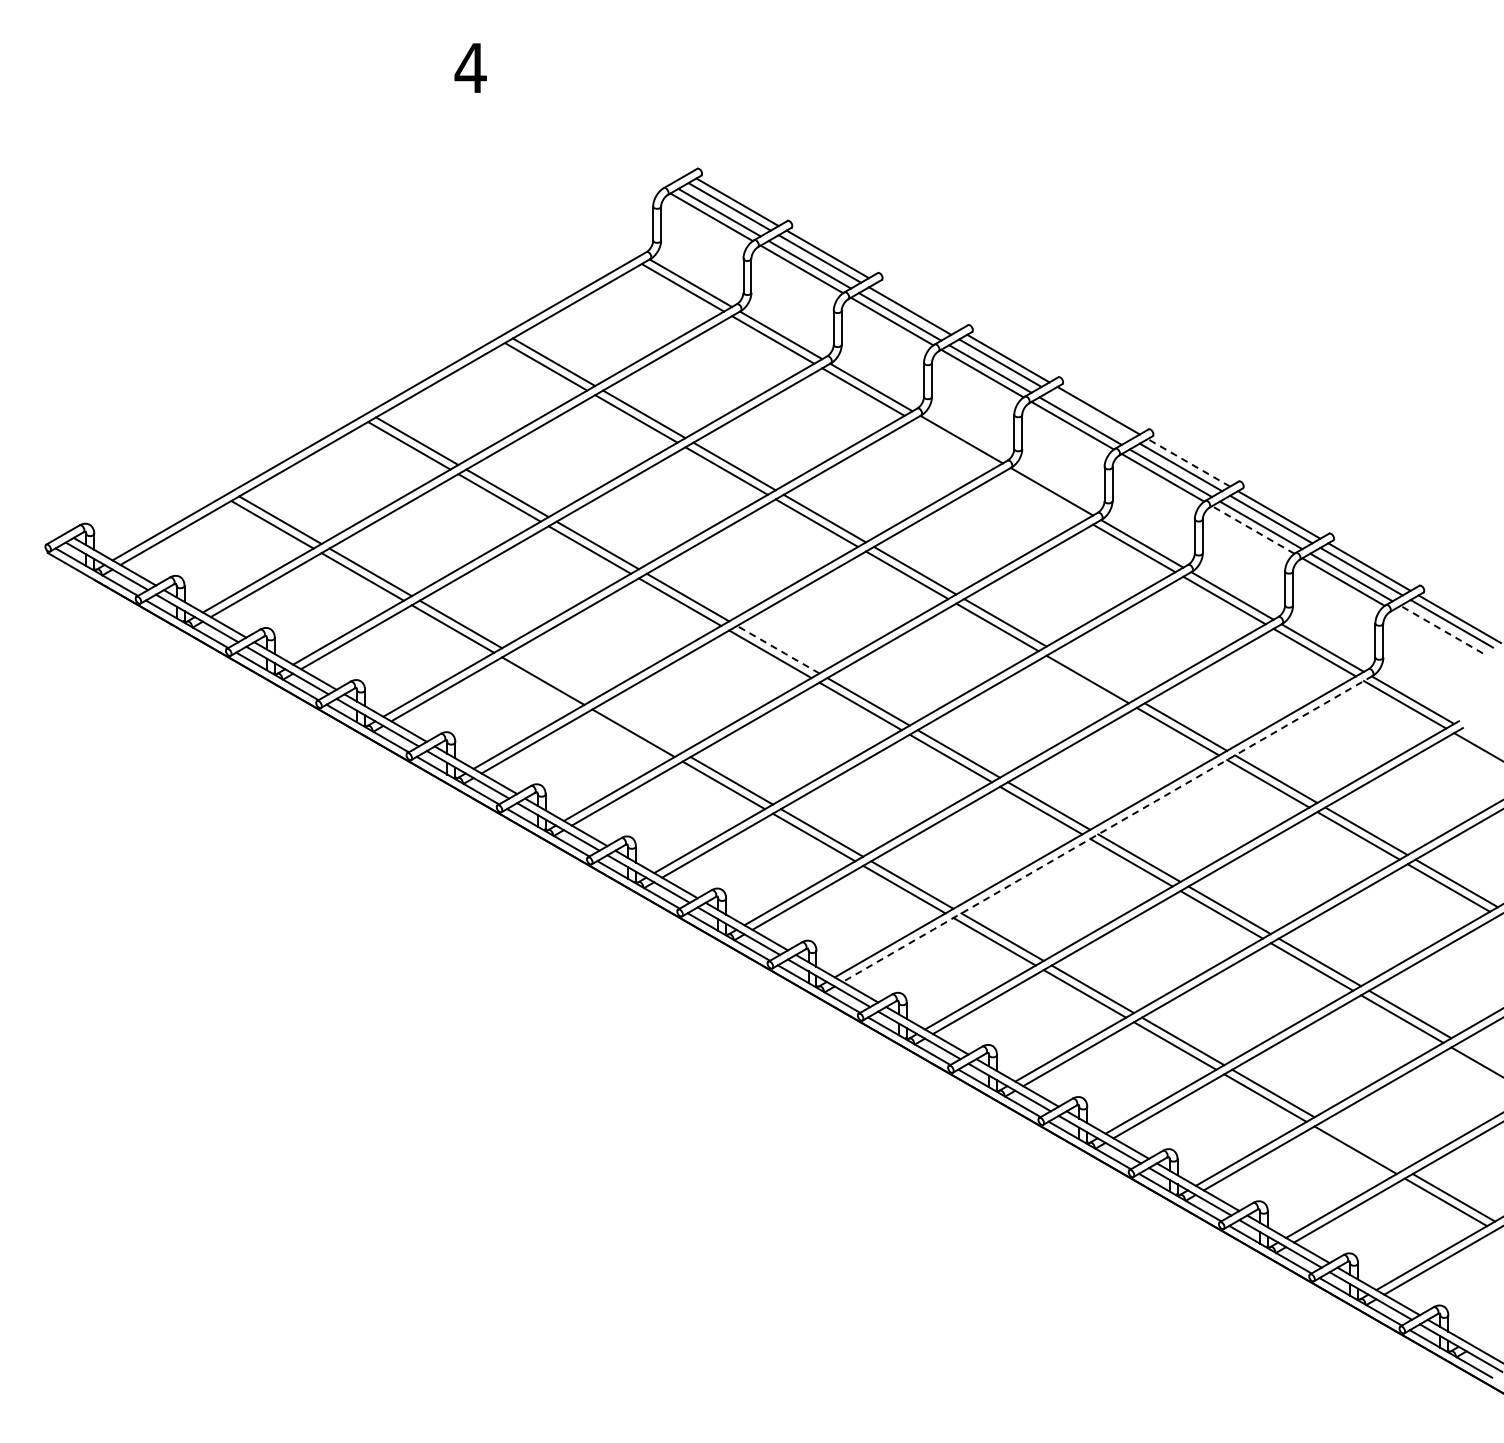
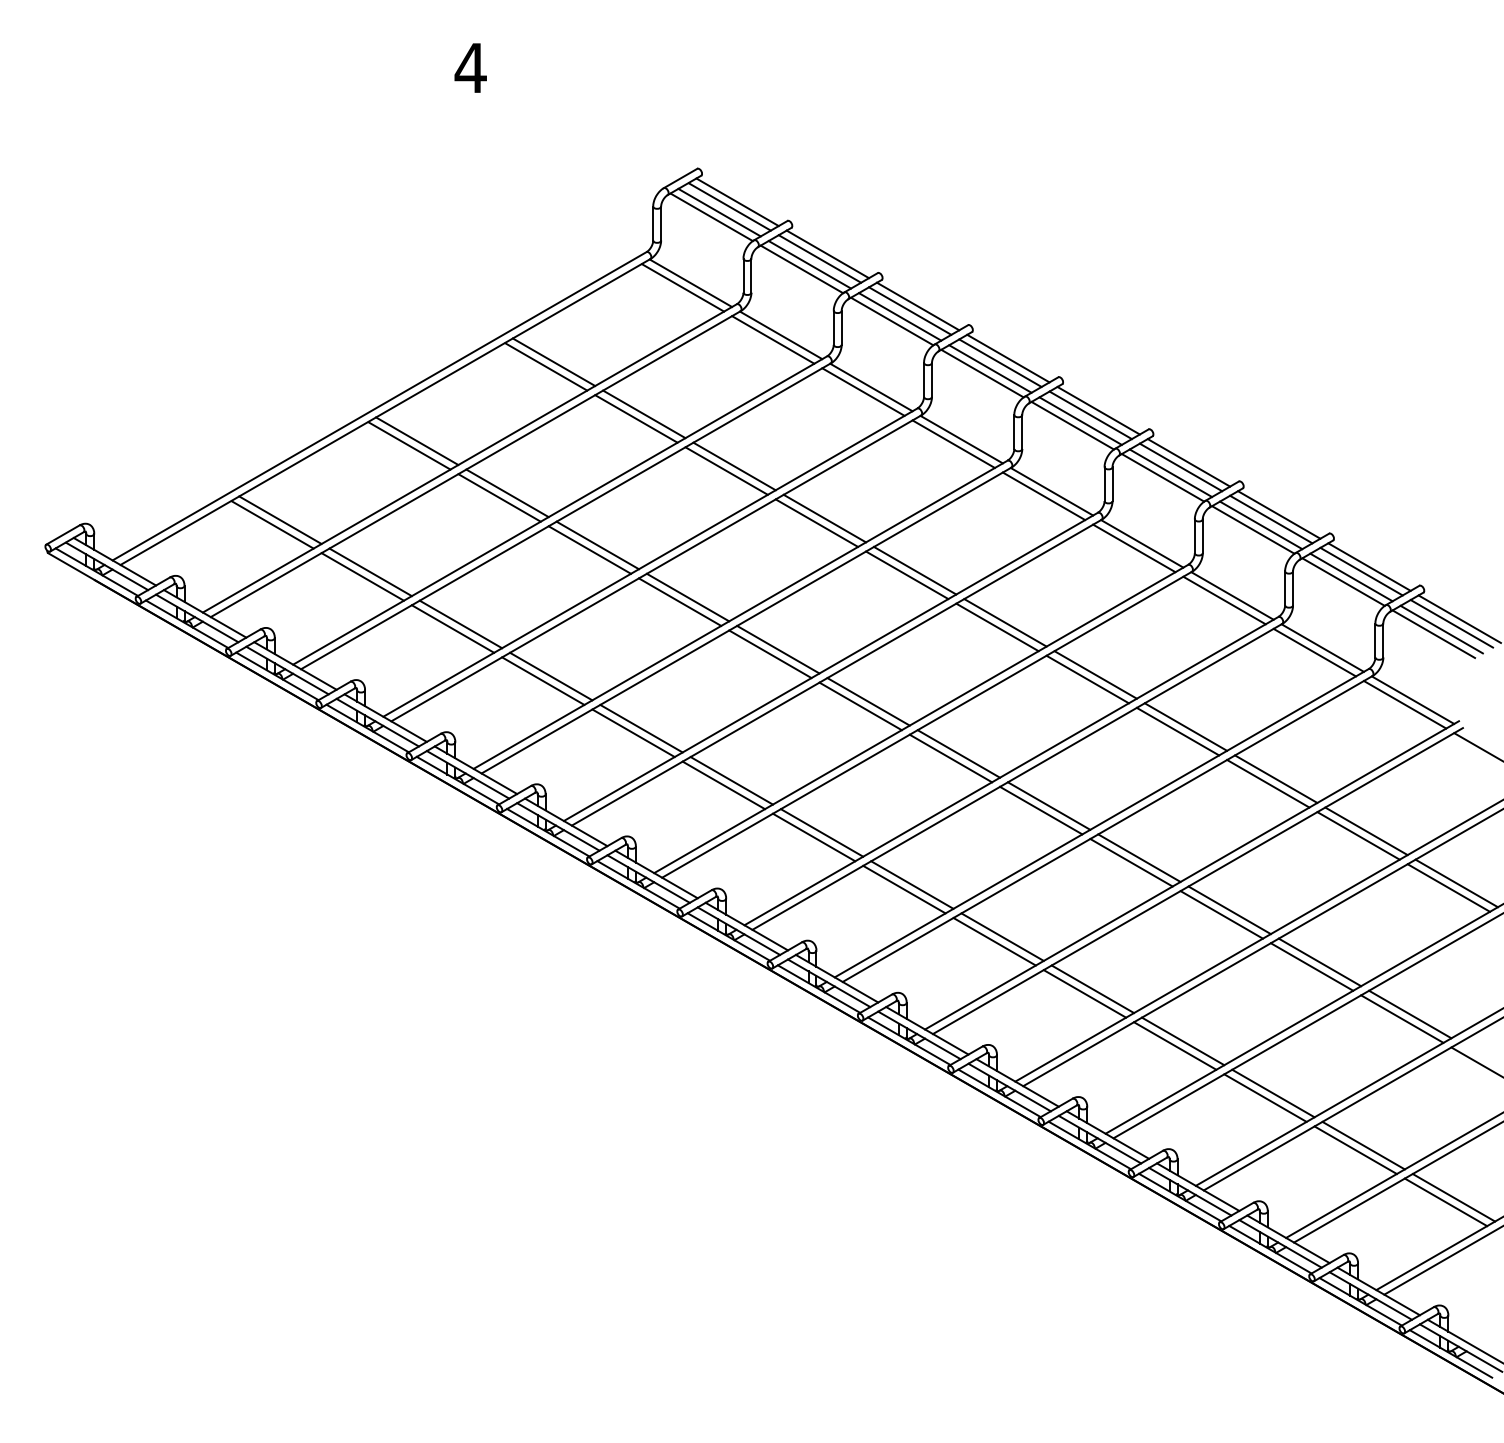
line at (917, 306): none -> present
line at (1090, 415): none -> present
line at (953, 443): none -> present
line at (1188, 462): dashed -> solid
line at (1043, 496): none -> present
line at (1253, 529): dashed -> solid
line at (1441, 629): dashed -> solid
line at (1433, 634): none -> present
line at (778, 649): dashed -> solid
line at (1095, 674): none -> present
line at (551, 676): none -> present
line at (641, 728): none -> present
line at (1107, 828): dashed -> solid
line at (1363, 1145): none -> present
